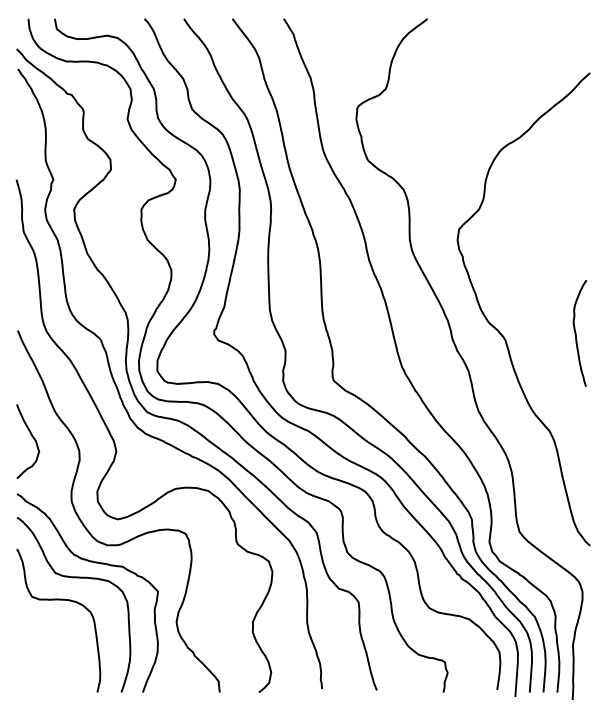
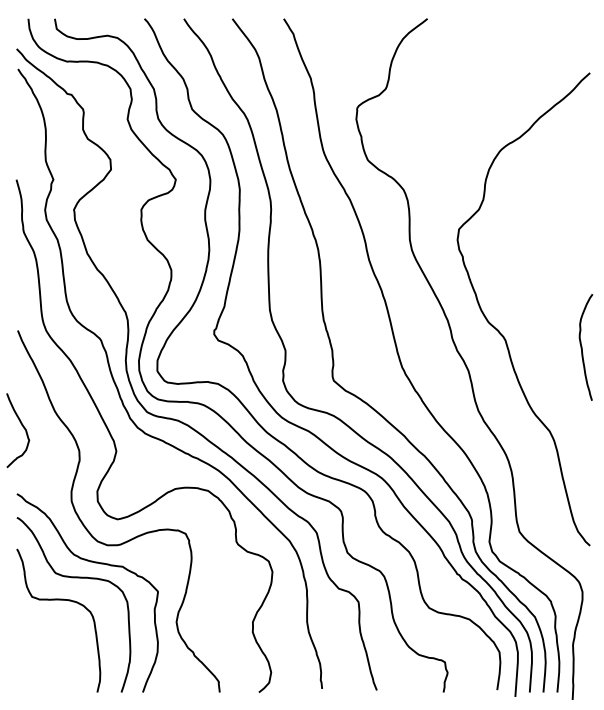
curve at (576, 333) position: (576, 333) -> (582, 347)
curve at (33, 439) position: (33, 439) -> (23, 428)
